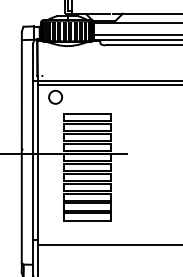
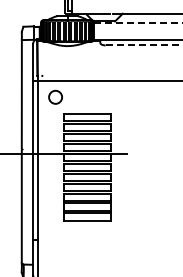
line at (139, 22): solid -> dashed
line at (136, 35): present -> none
line at (144, 45): solid -> dashed
line at (108, 85): present -> none
line at (108, 245): present -> none
